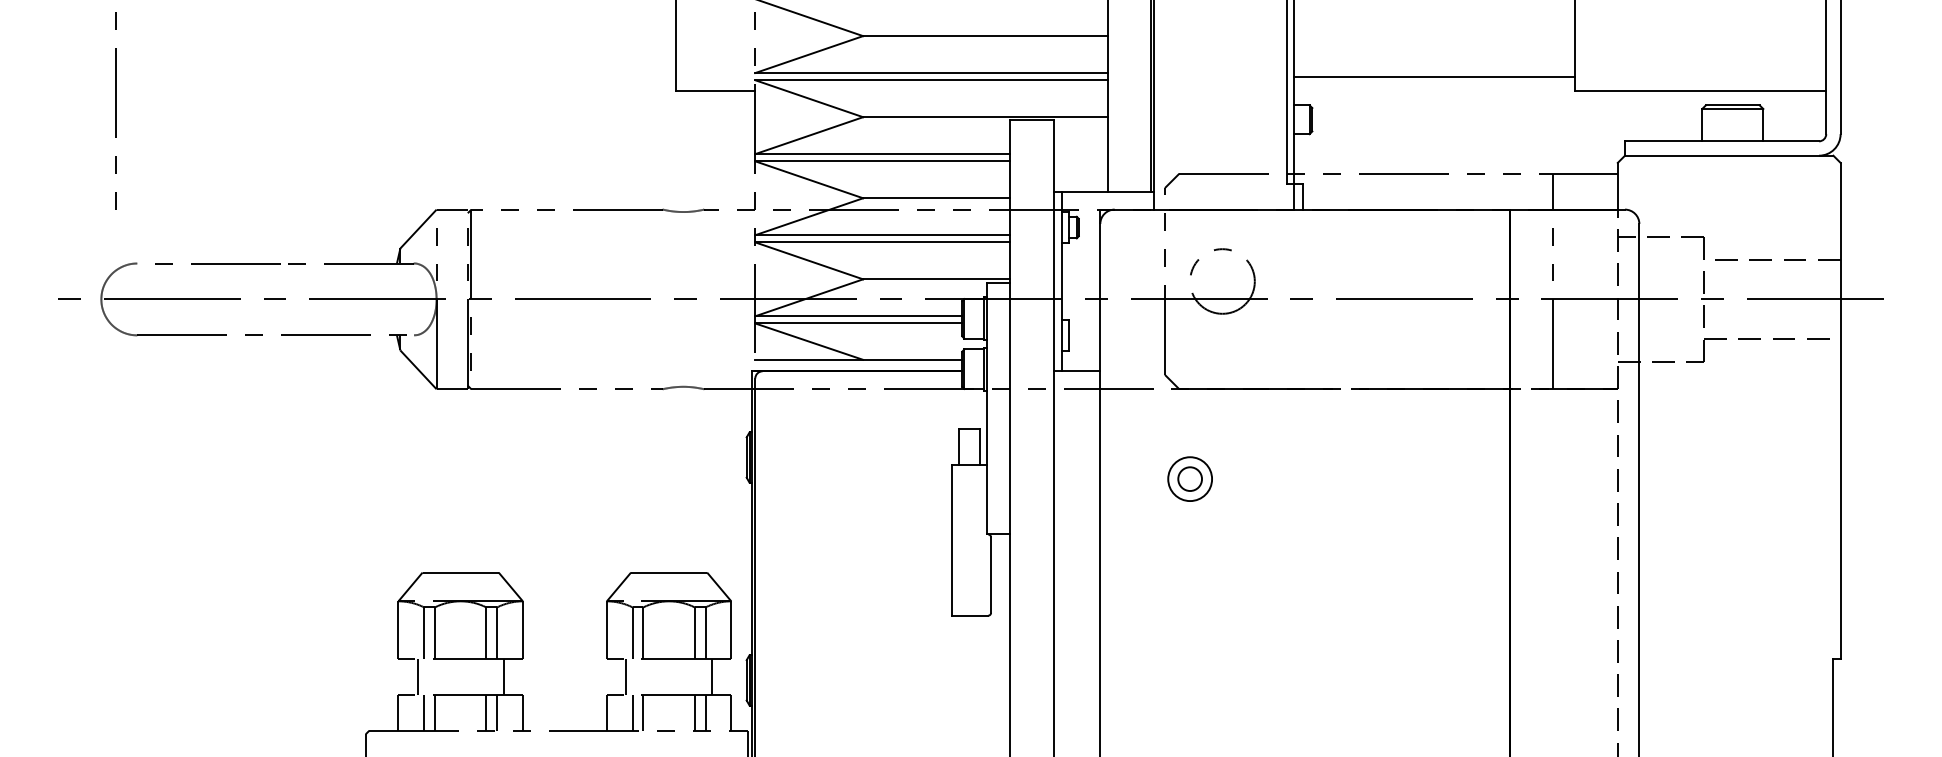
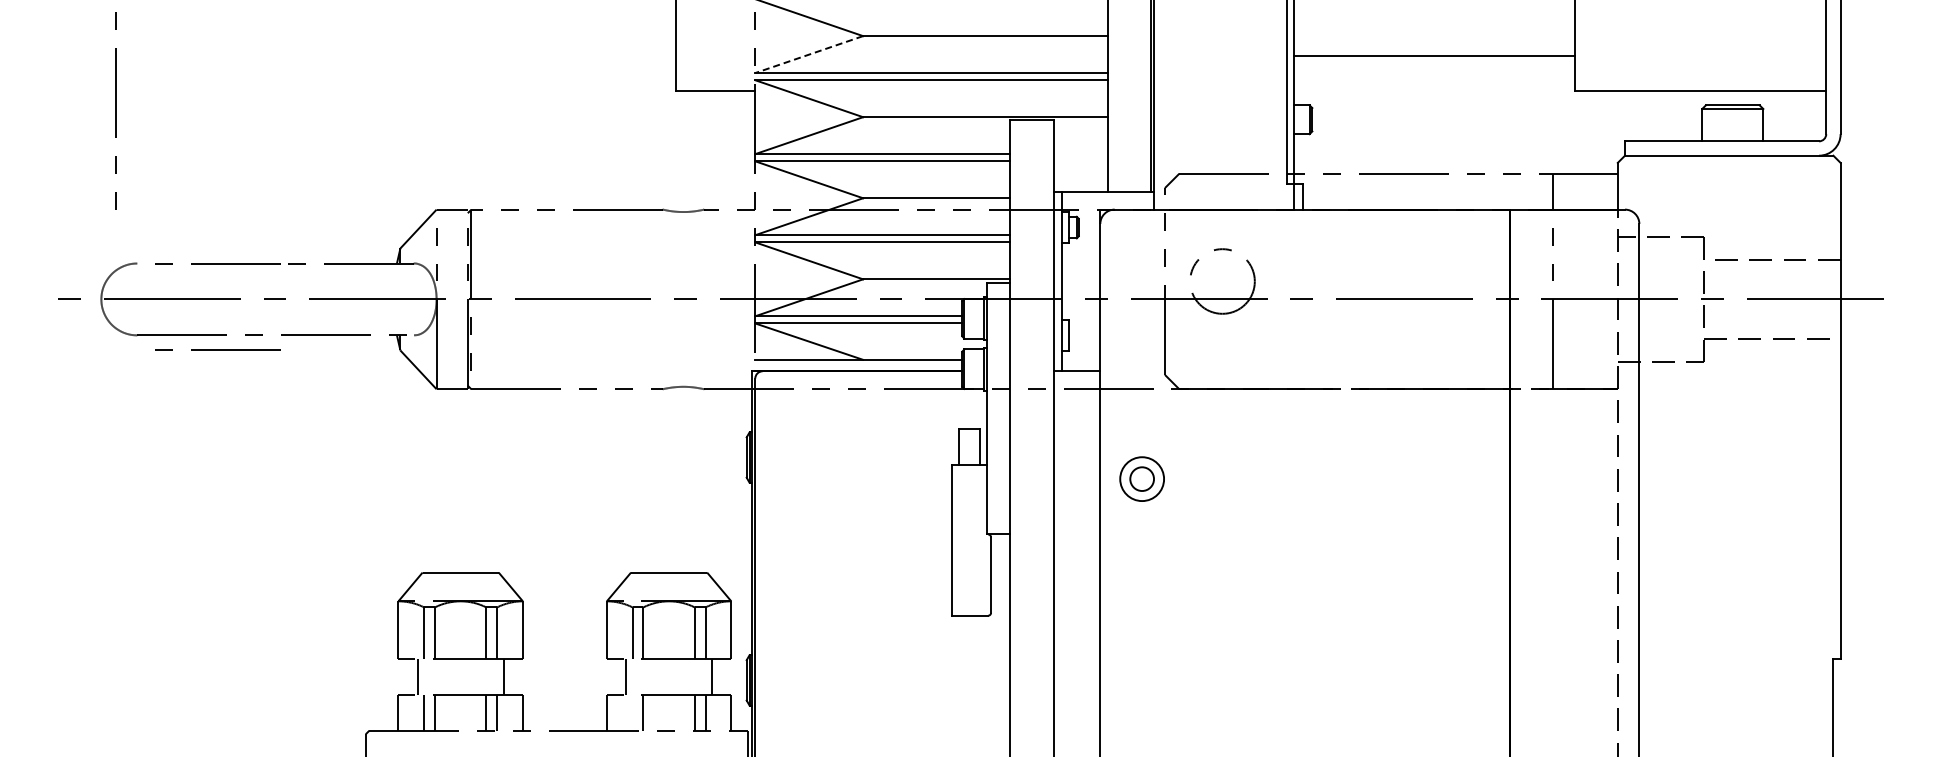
line at (809, 54): solid -> dashed
line at (1434, 76) position: (1434, 76) -> (1434, 55)
line at (217, 349): none -> present
part at (1189, 478) position: (1189, 478) -> (1141, 478)
line at (632, 712): present -> none
